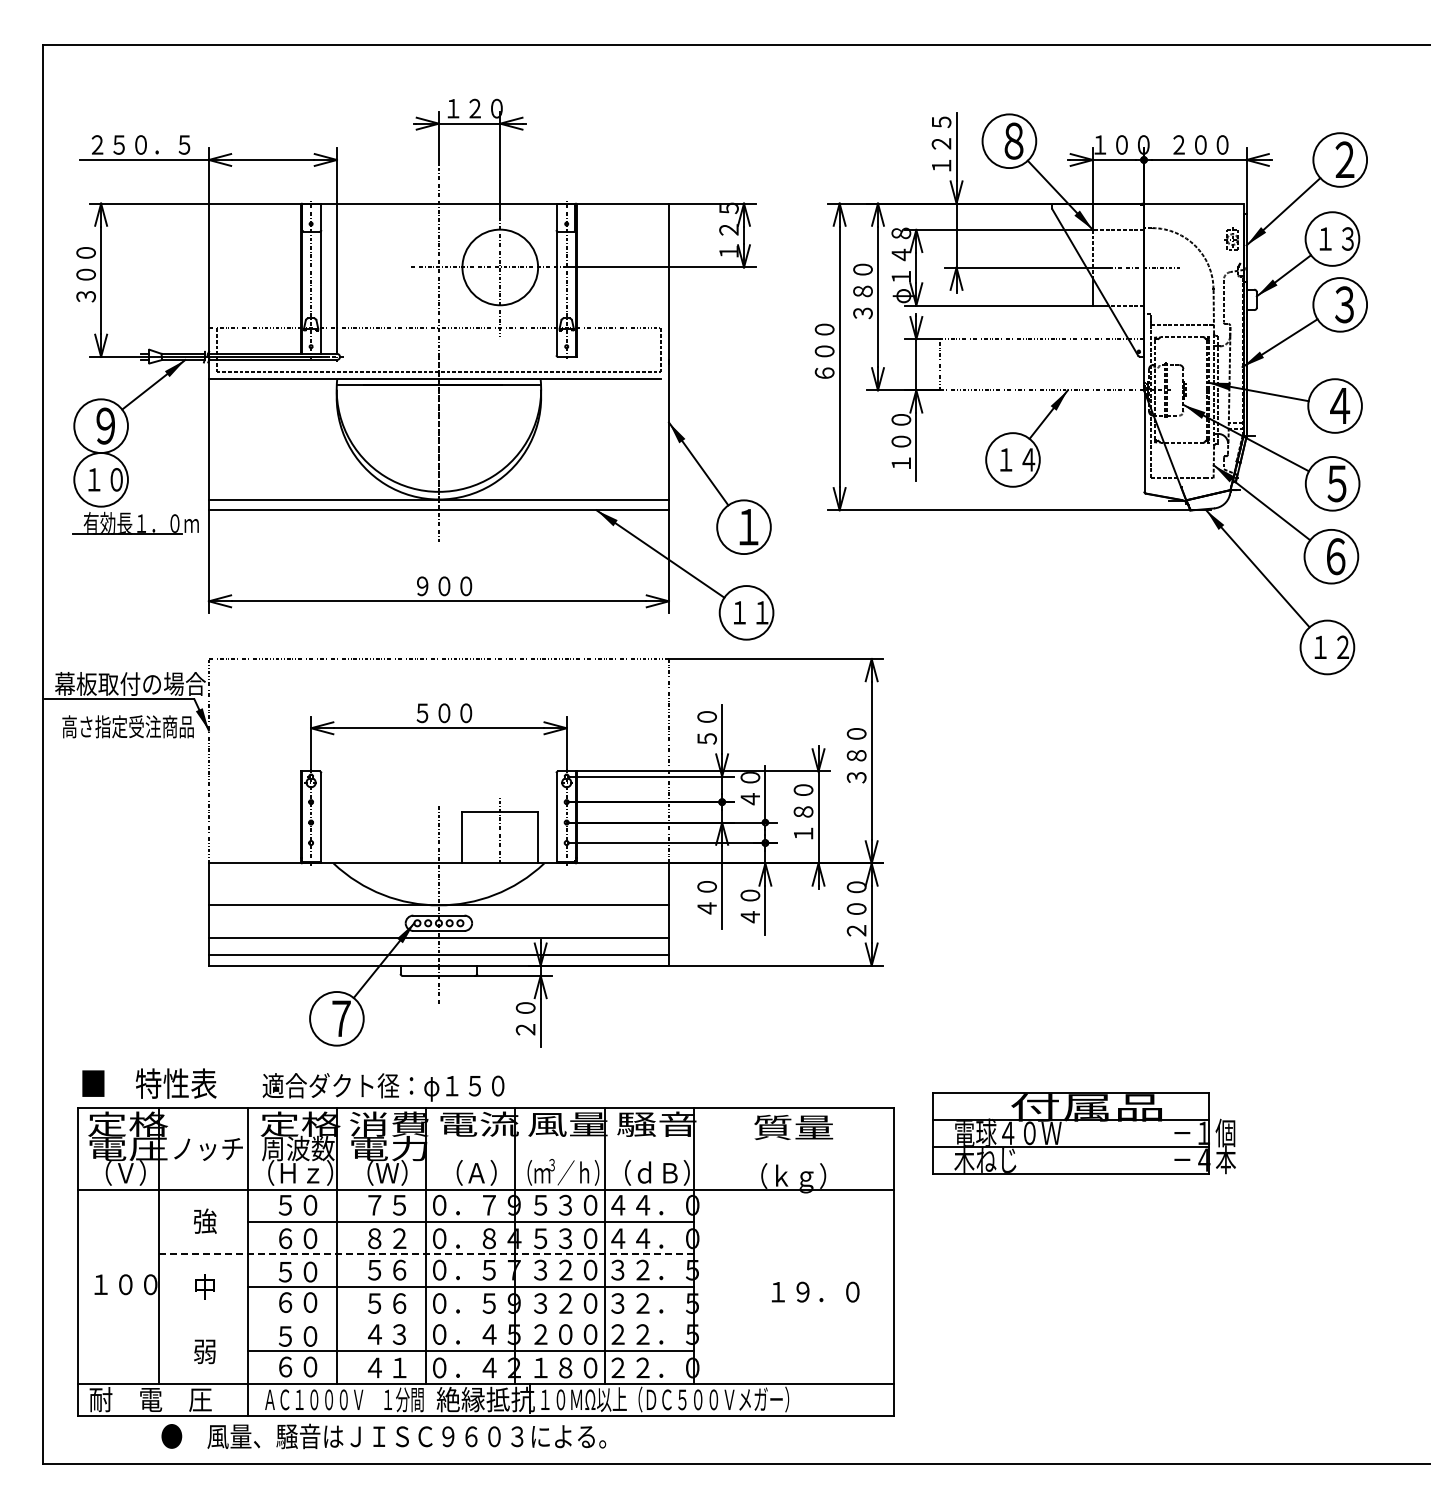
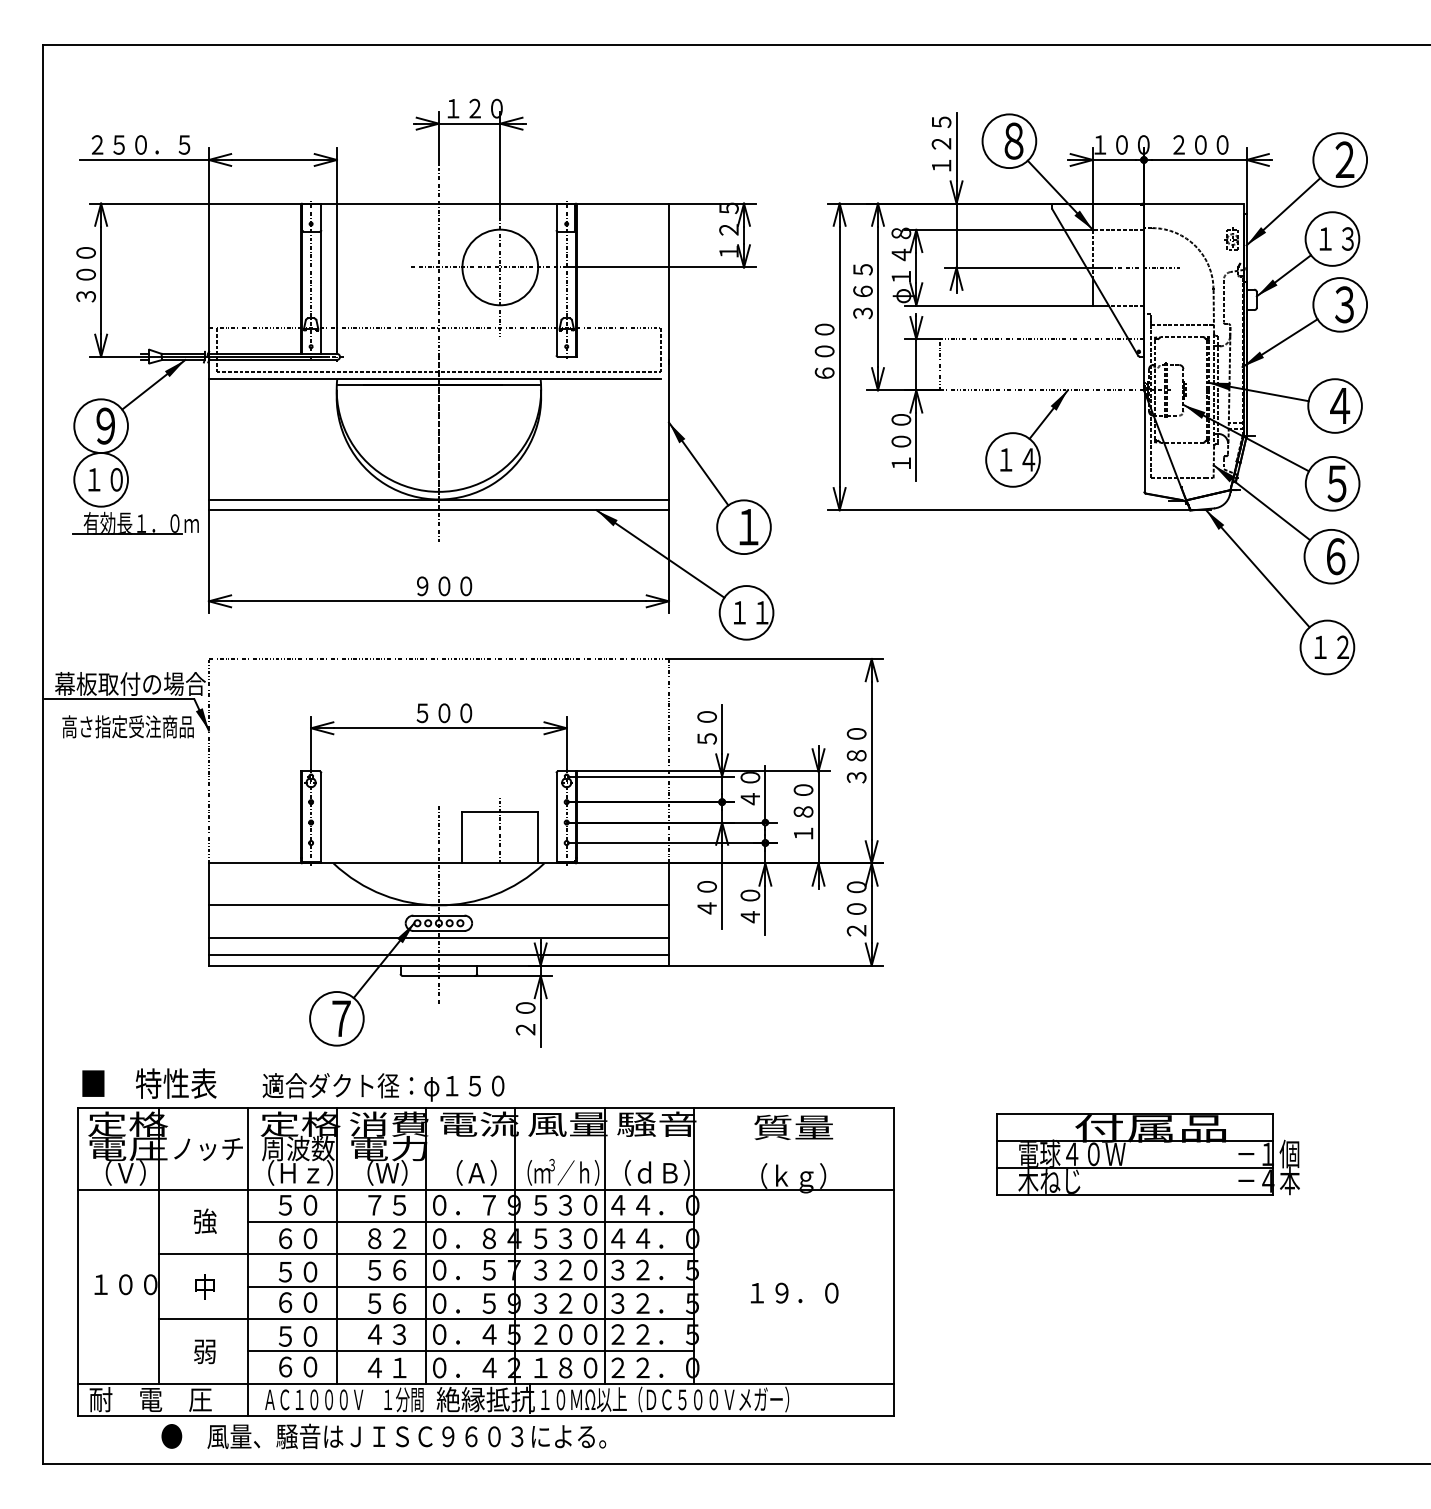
text at (862, 280): ３８０ -> ３６５
part at (1083, 1133) position: (1083, 1133) -> (1147, 1154)
line at (426, 1254): dashed -> solid
text at (815, 1291) position: (815, 1291) -> (794, 1292)
line at (425, 1319): none -> present
